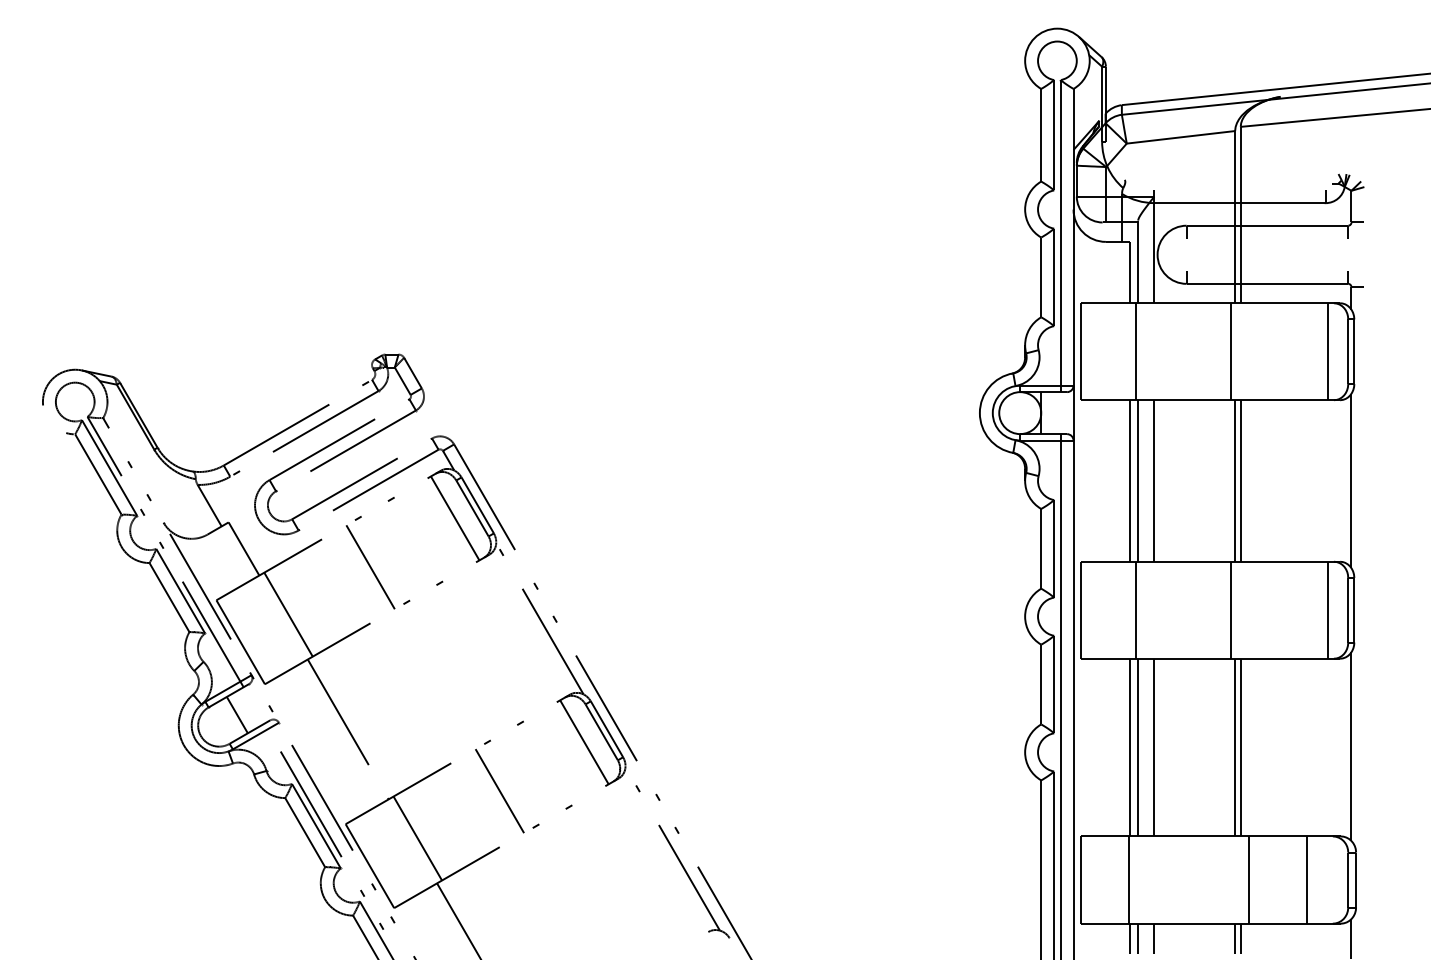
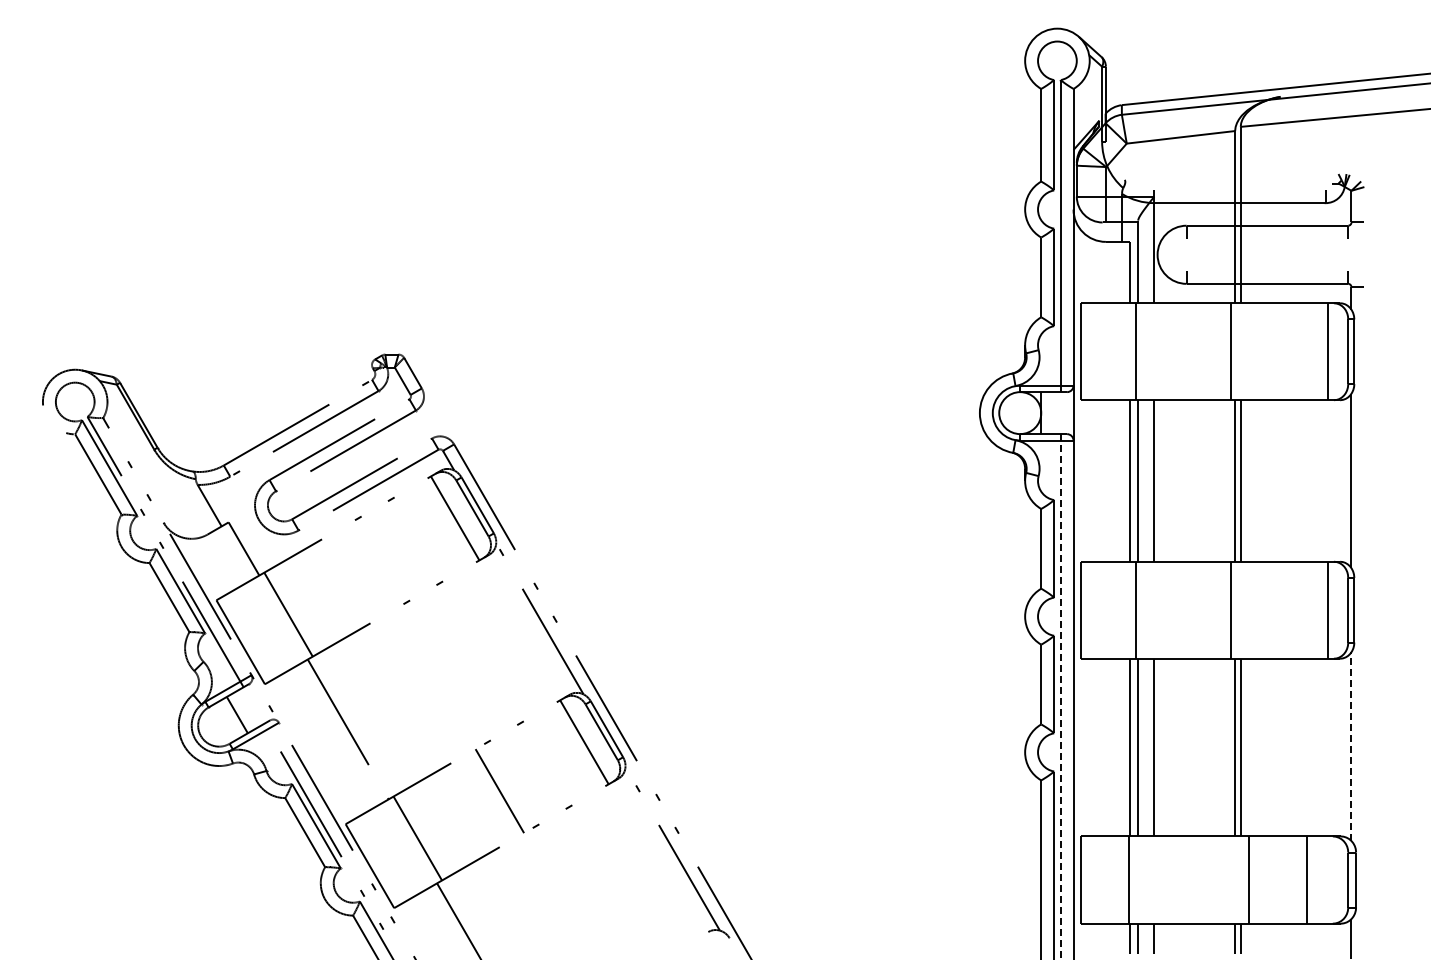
line at (370, 567): present -> none
line at (1060, 696): solid -> dashed
line at (1351, 746): solid -> dashed
